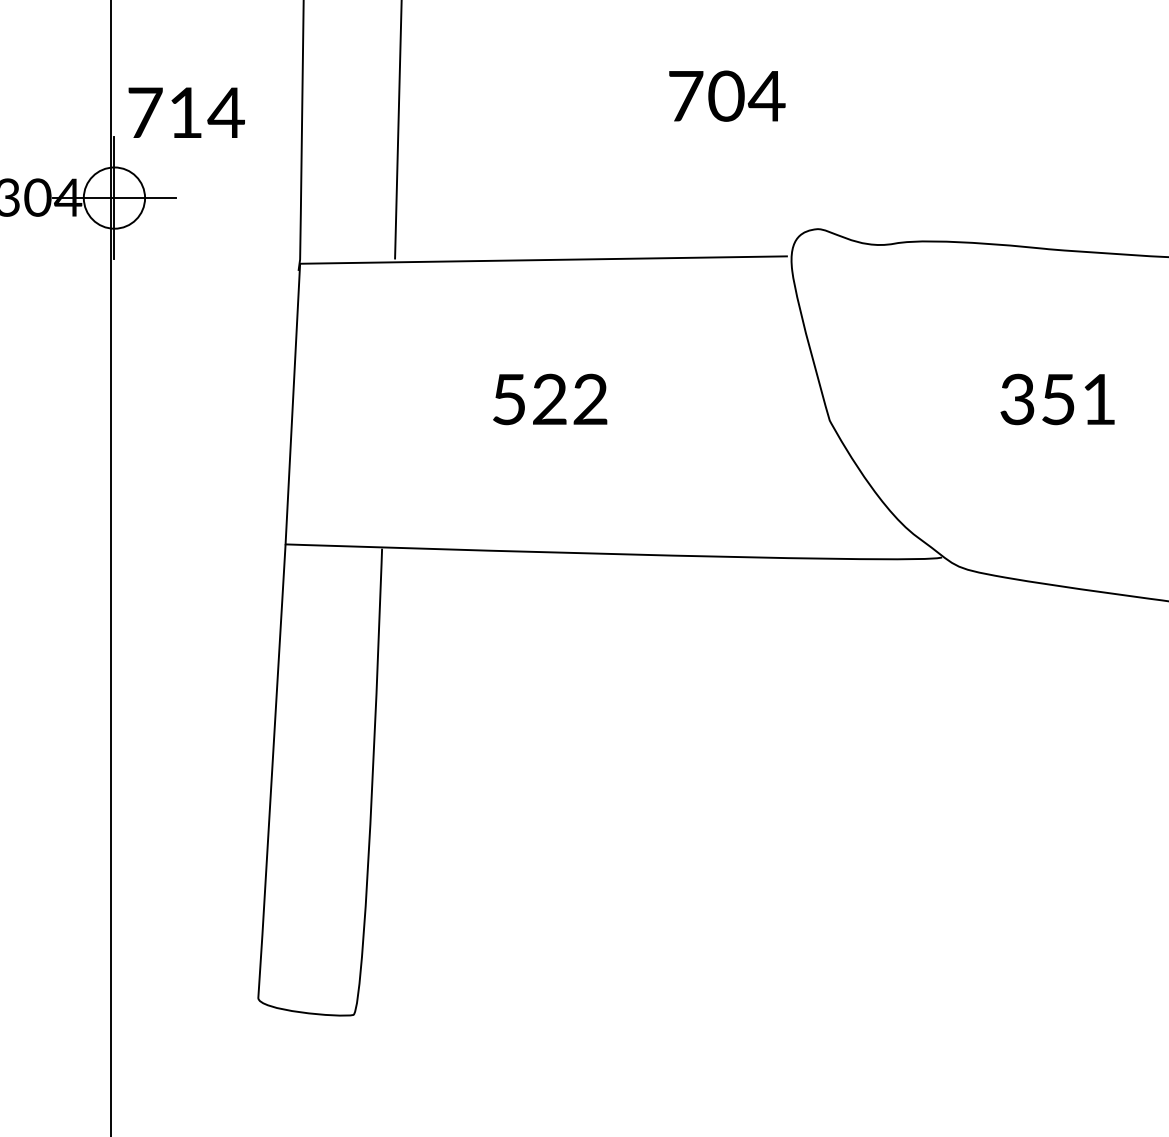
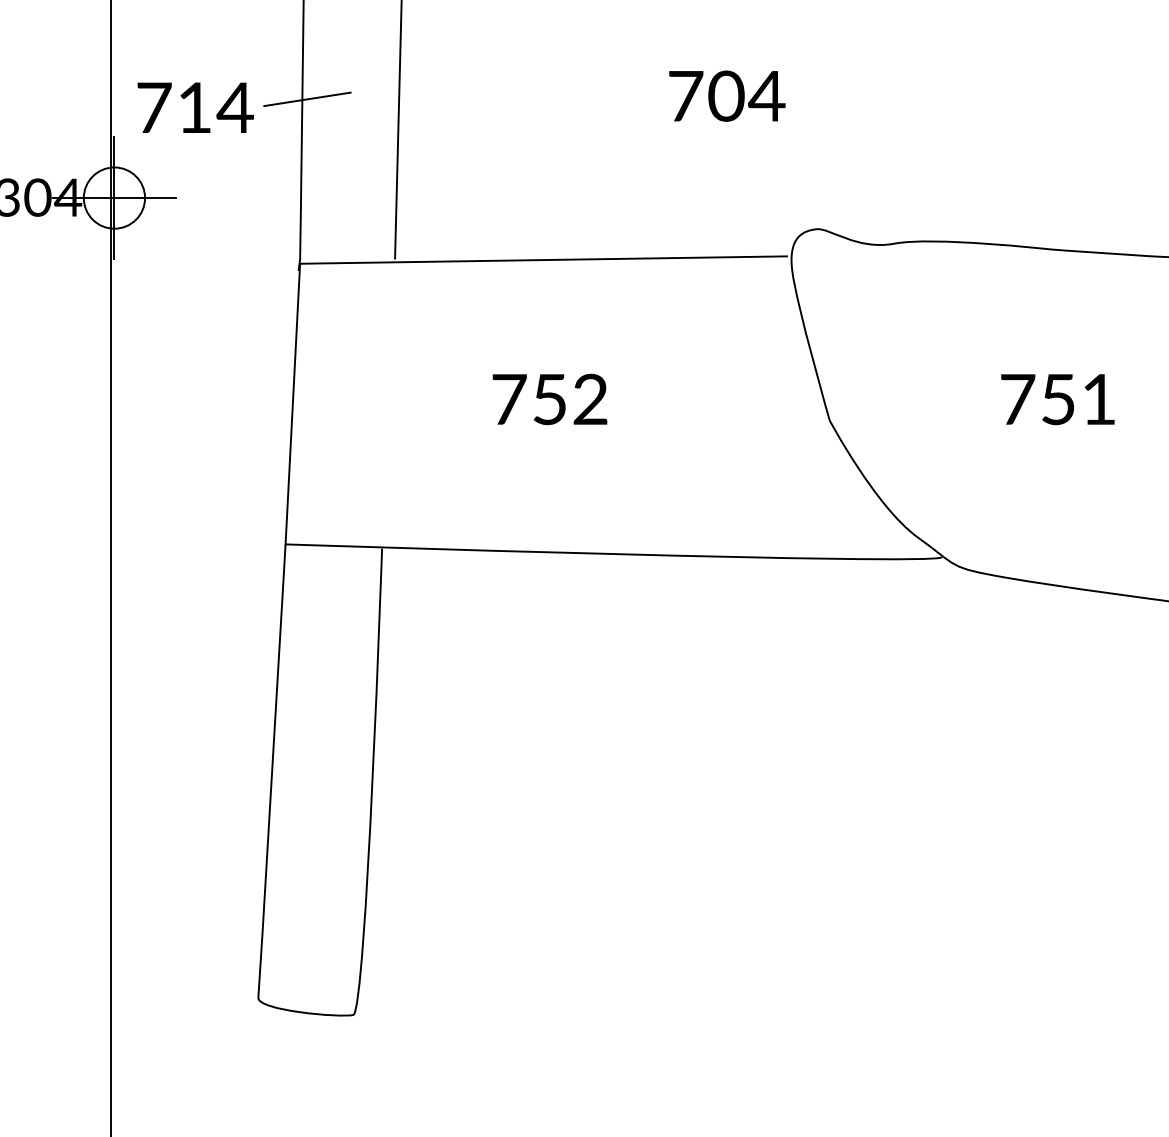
line at (307, 99): none -> present
text at (186, 112) position: (186, 112) -> (195, 107)
text at (529, 399): 522 -> 752
text at (1017, 399): 351 -> 751
